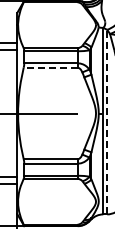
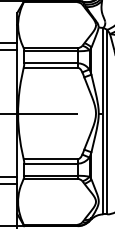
line at (50, 67): dashed -> solid
line at (107, 121): dashed -> solid
